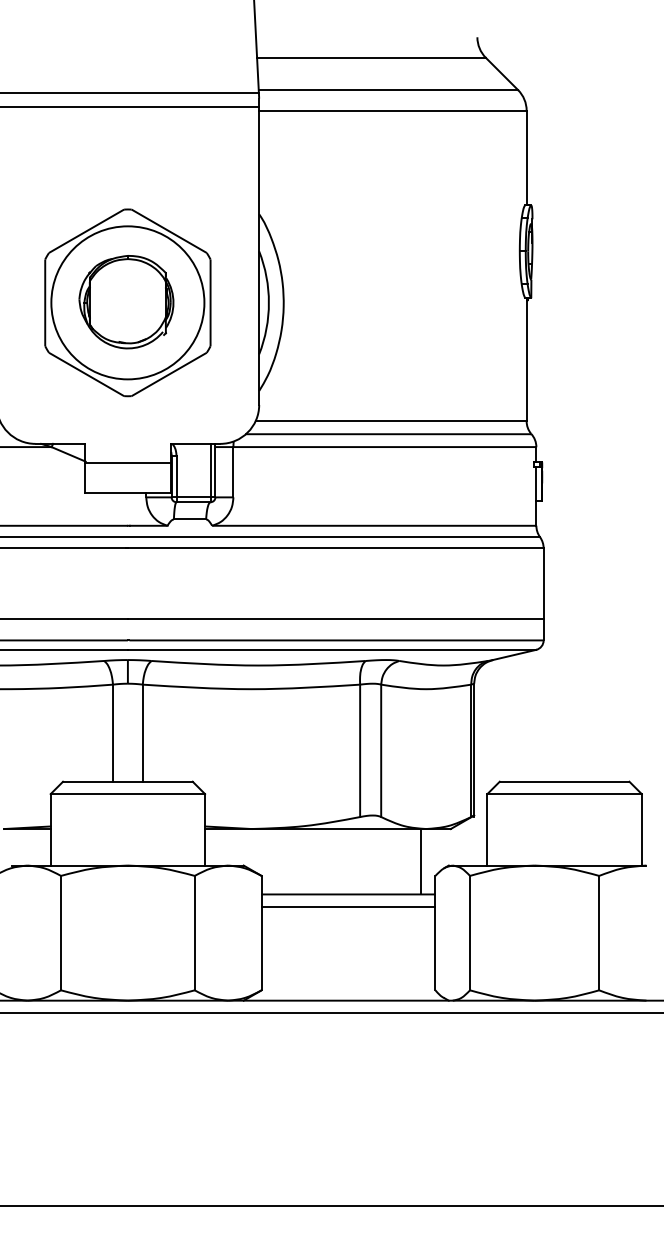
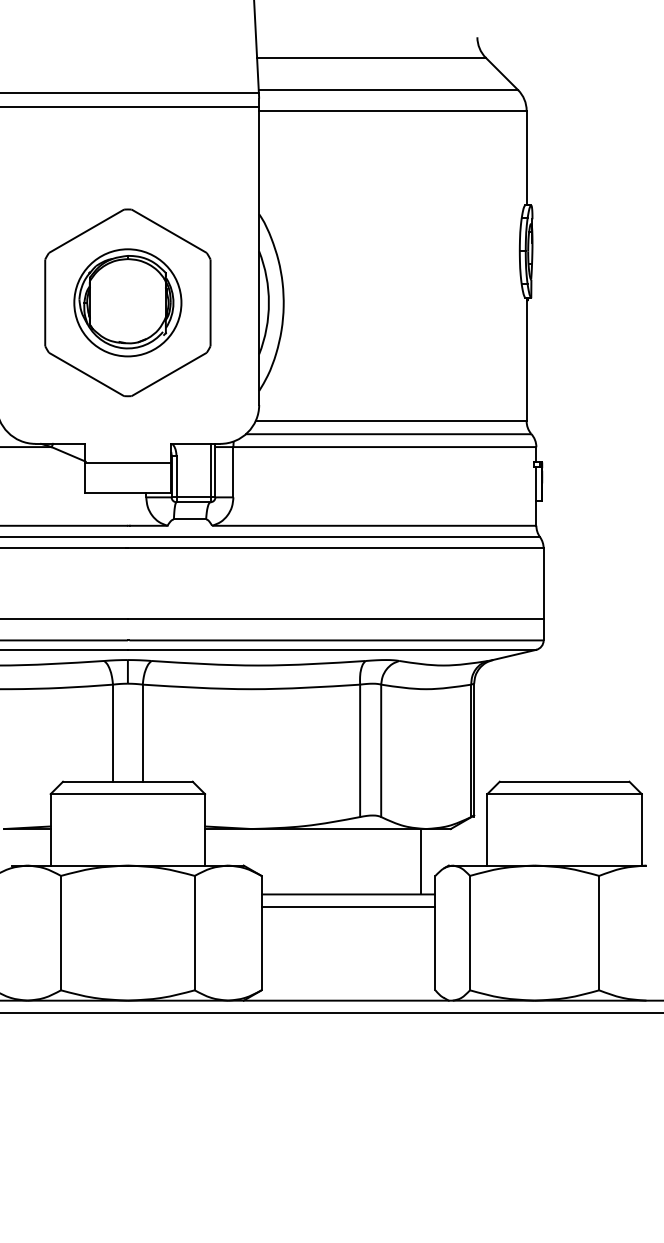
circle at (127, 302) diameter: 153 px -> 107 px
line at (331, 1205): present -> none
